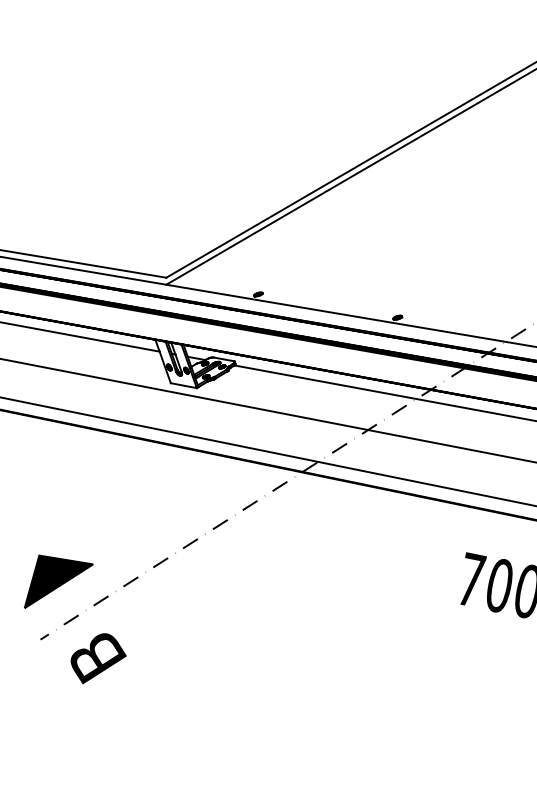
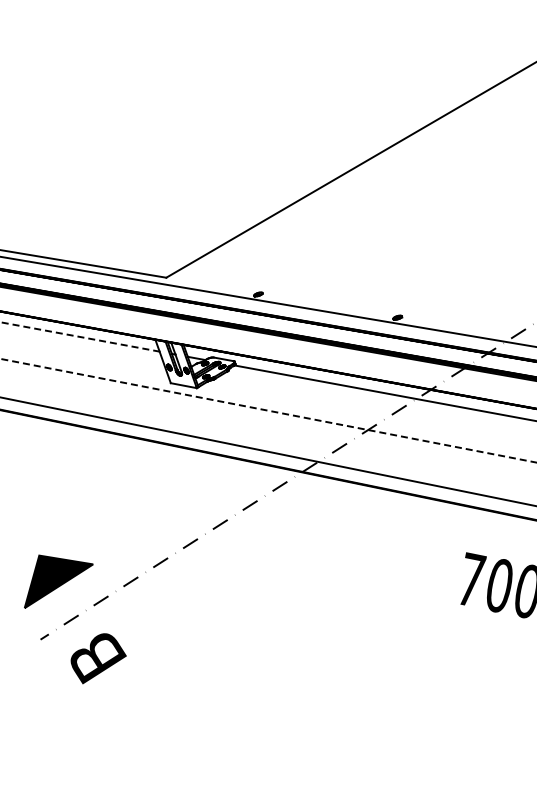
line at (349, 177): present -> none
line at (80, 336): solid -> dashed
line at (268, 410): solid -> dashed
